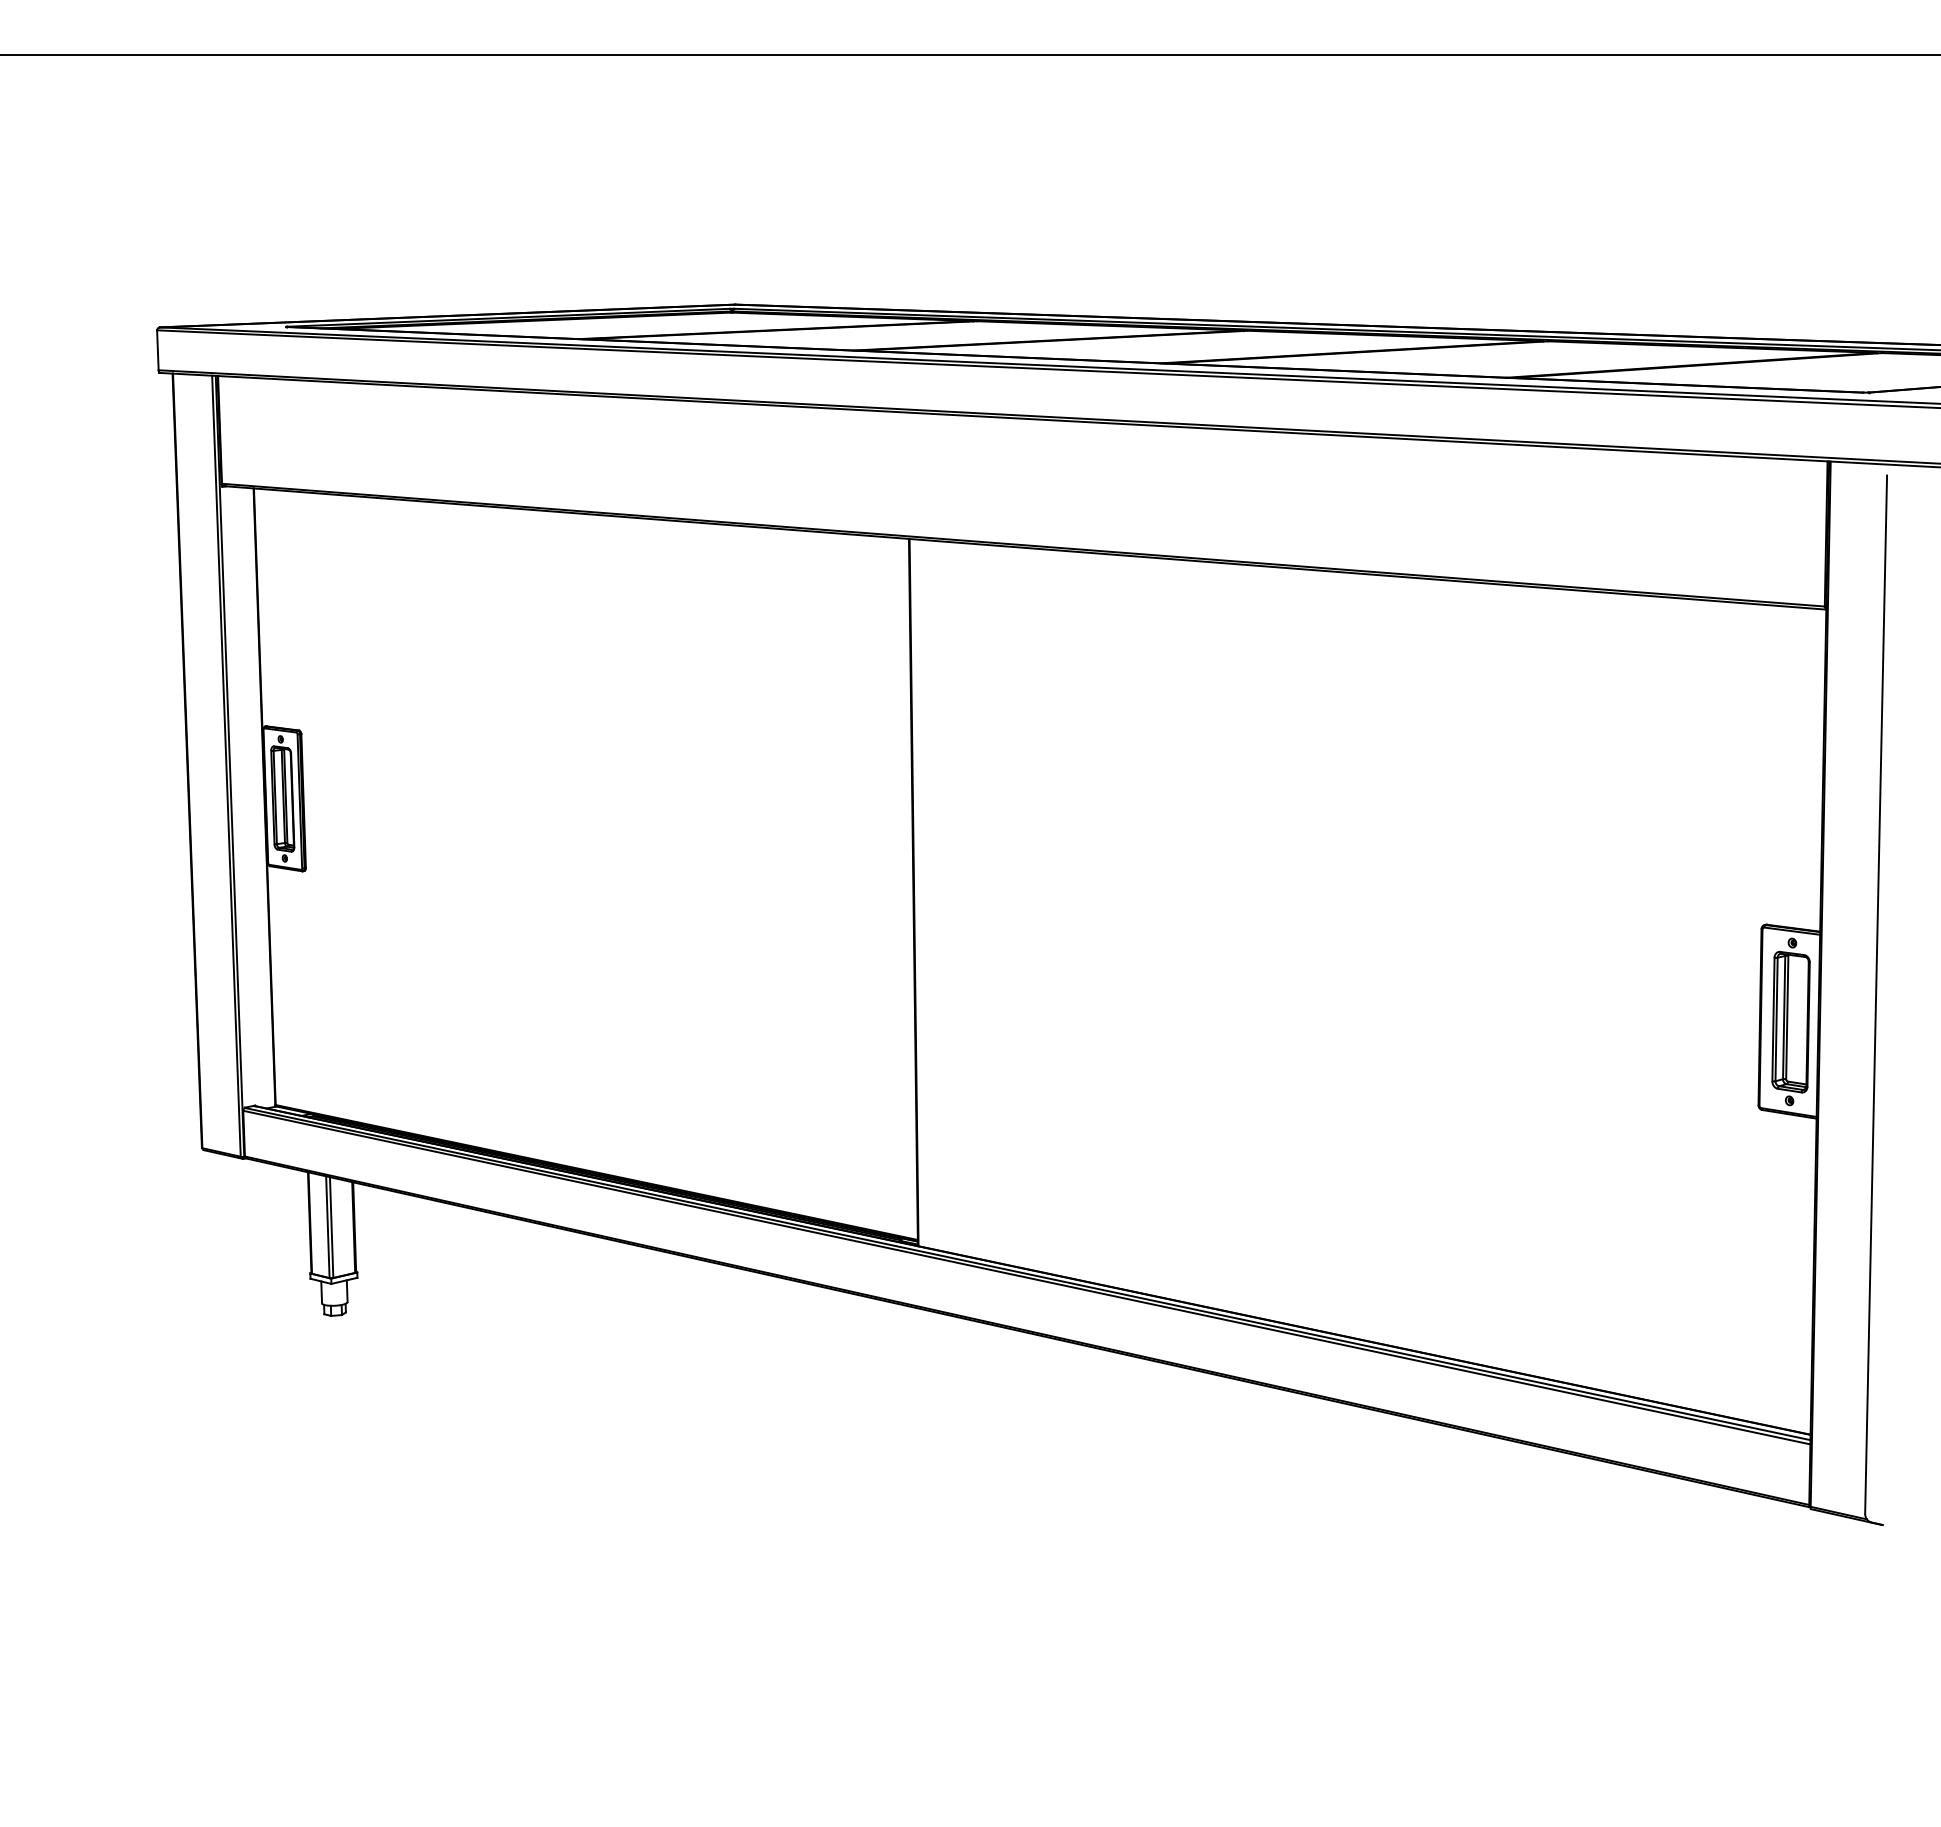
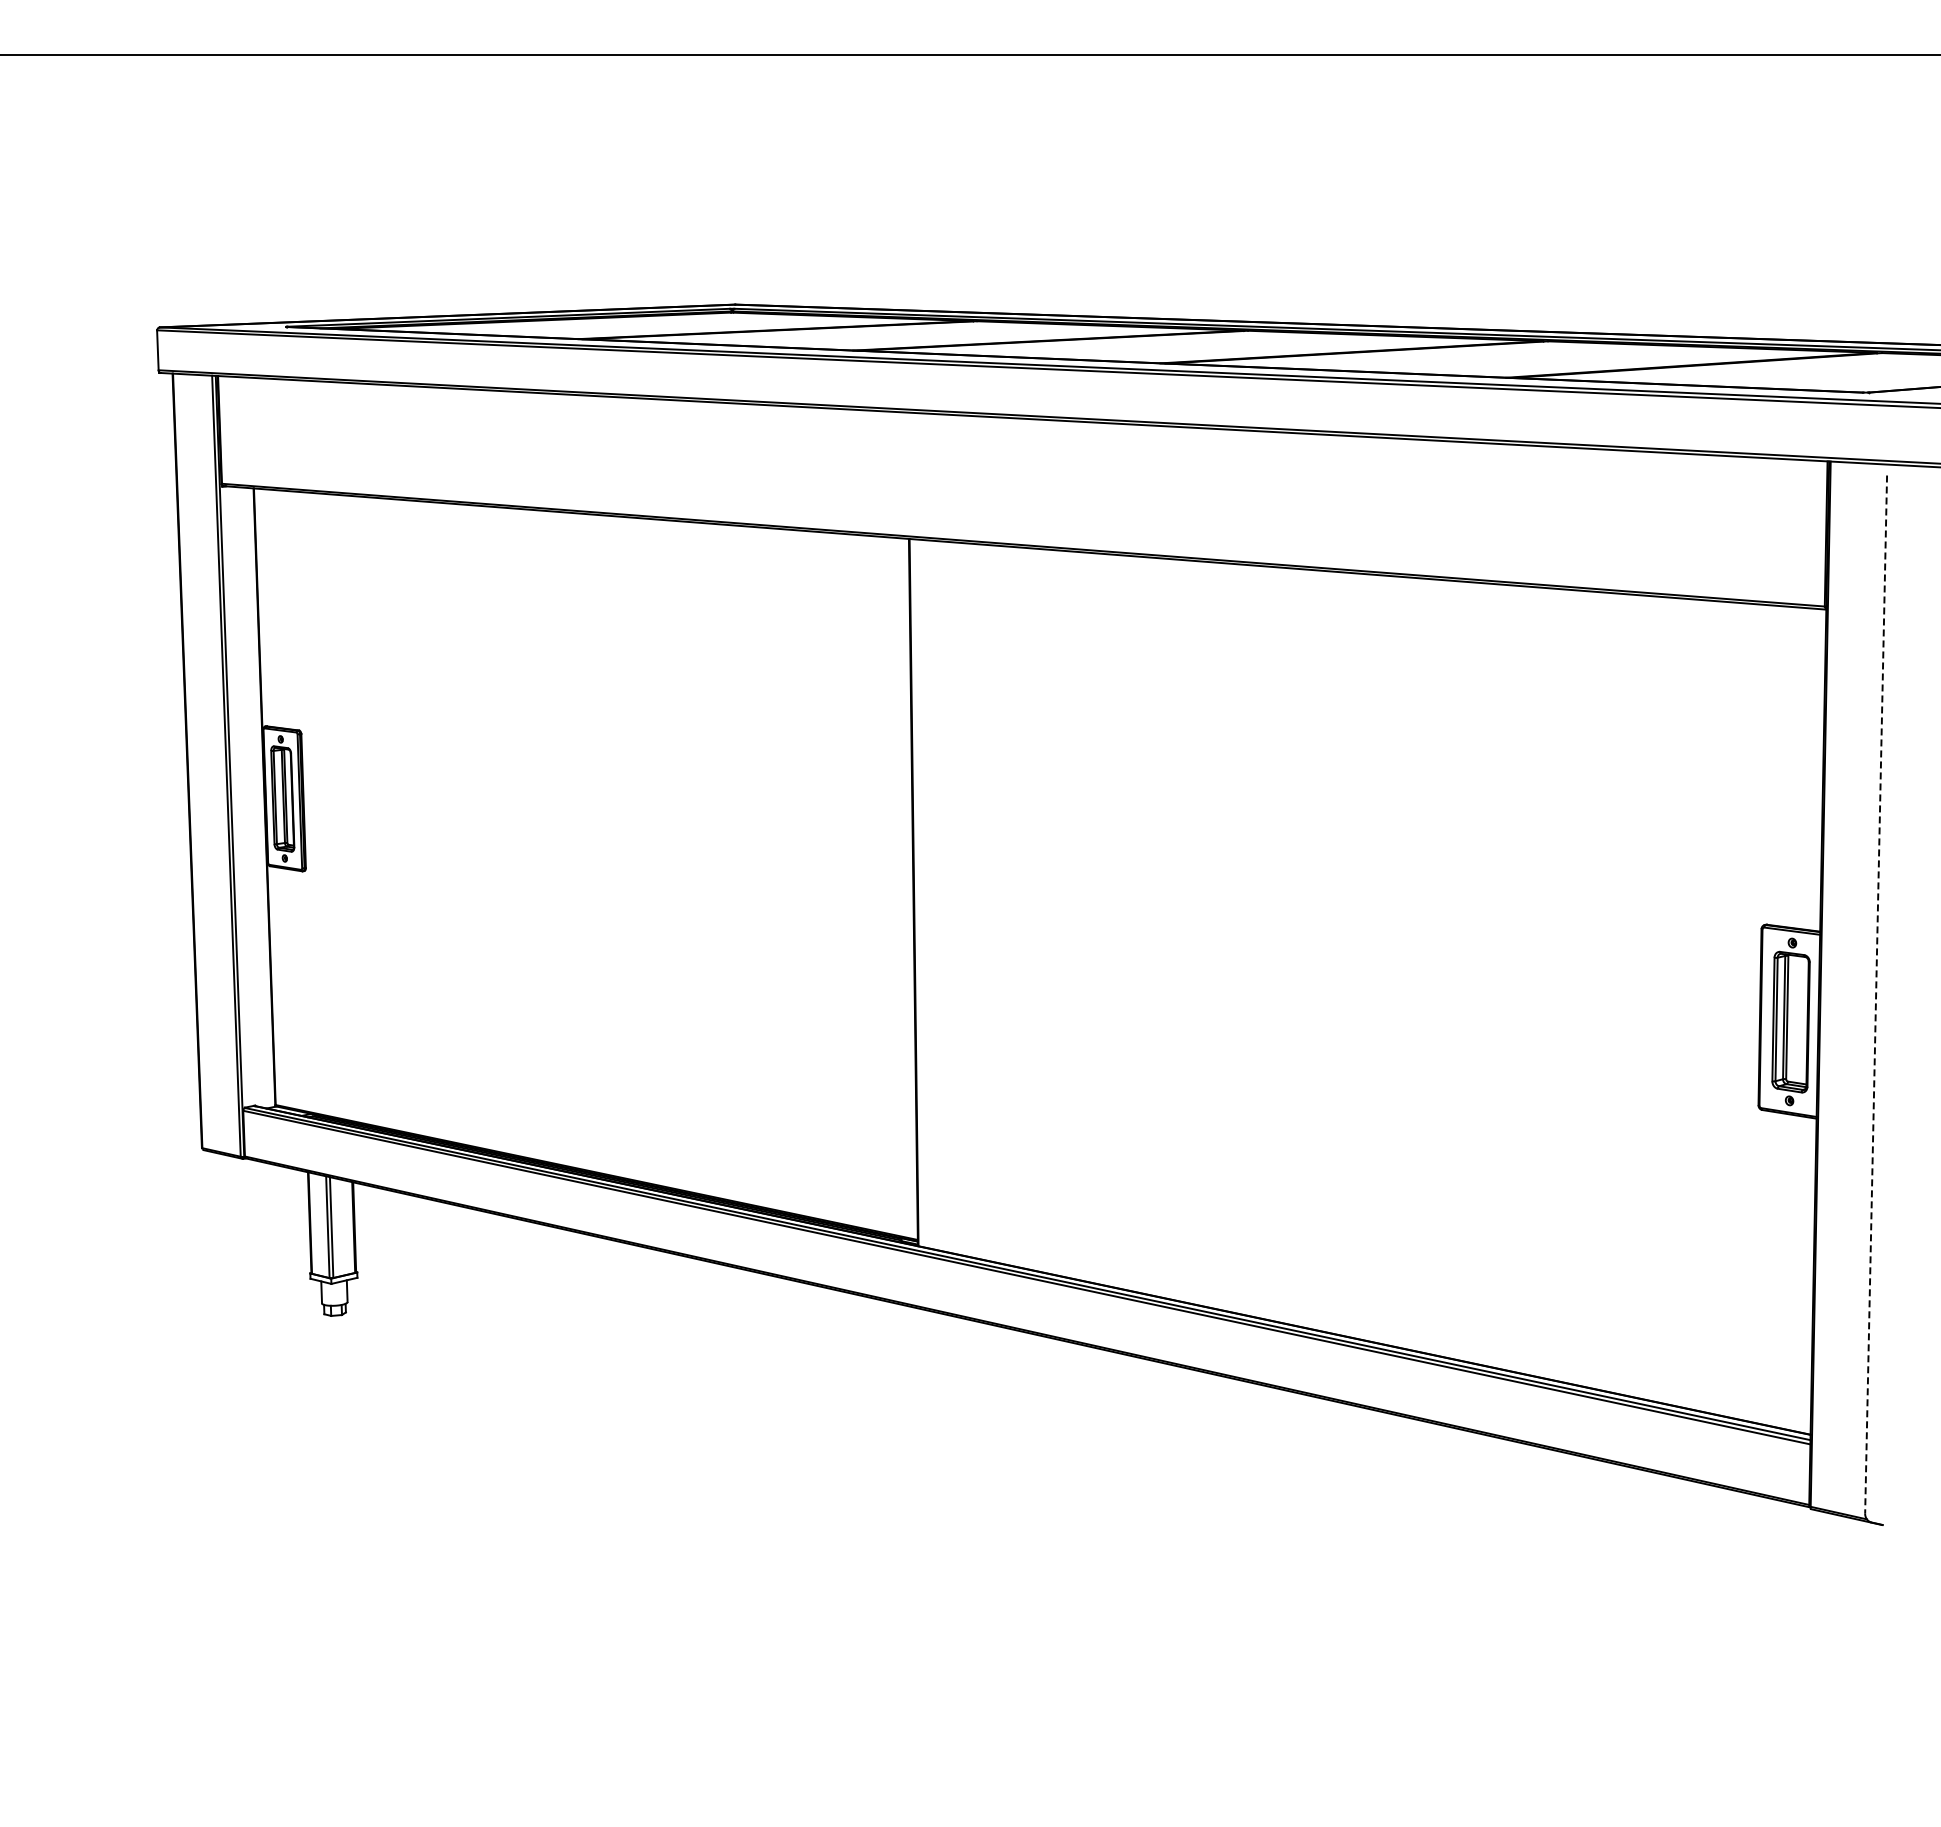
line at (1876, 995): solid -> dashed
